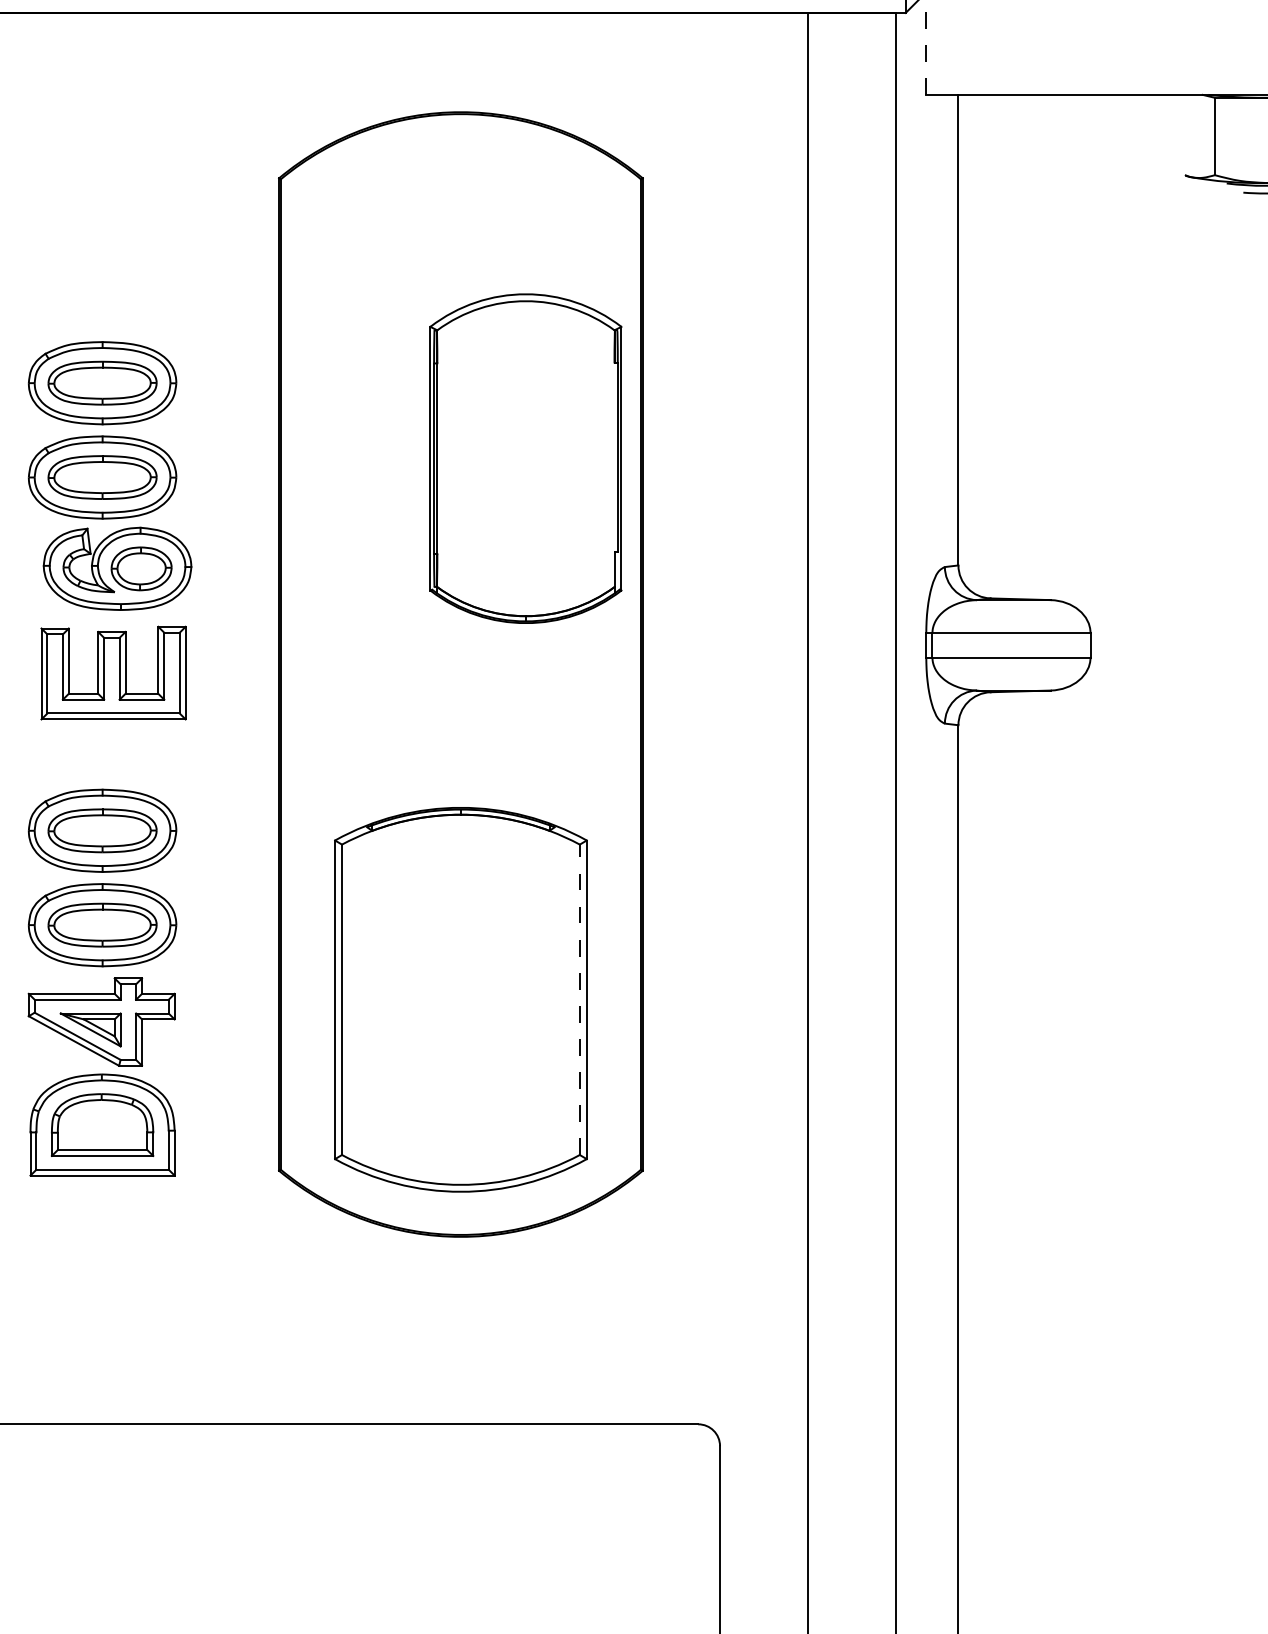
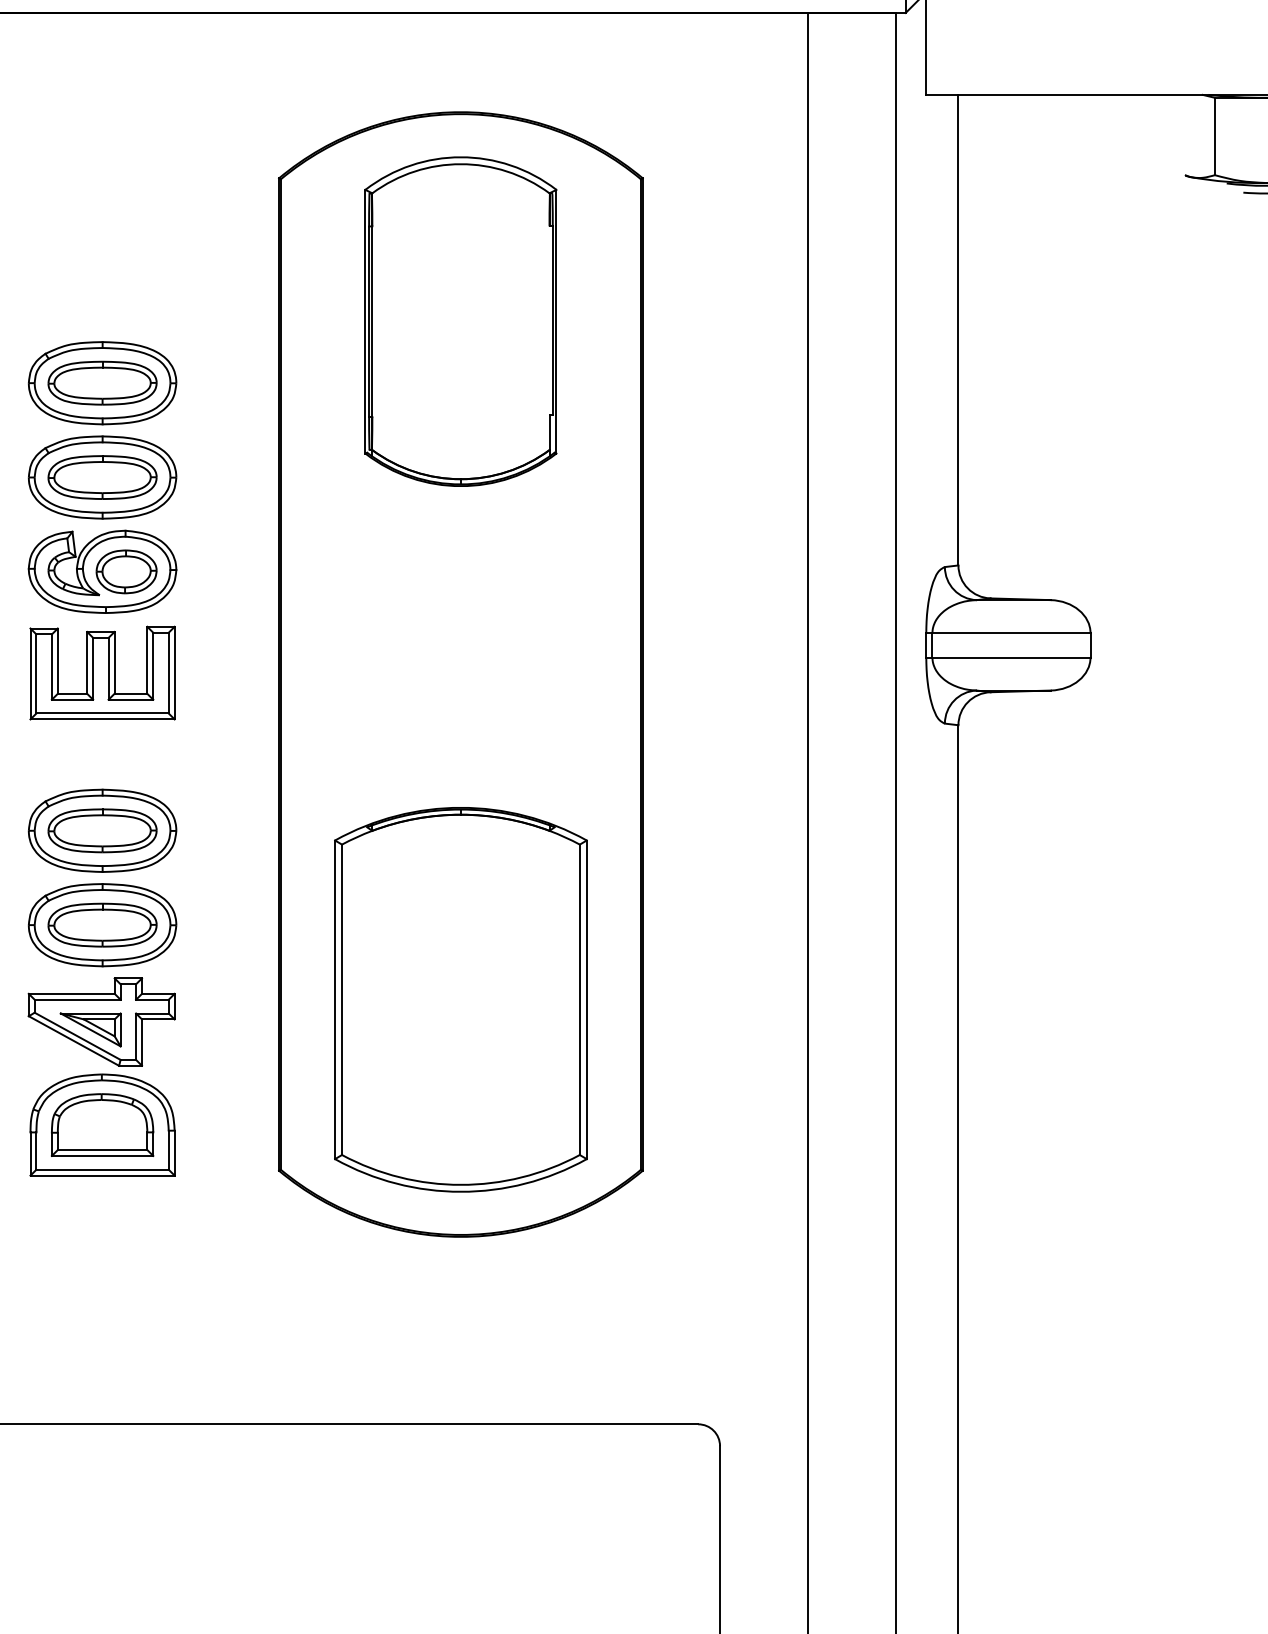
line at (925, 47): dashed -> solid
part at (525, 458) position: (525, 458) -> (460, 321)
part at (117, 568) position: (117, 568) -> (102, 571)
part at (113, 672) position: (113, 672) -> (102, 672)
line at (579, 999): dashed -> solid
